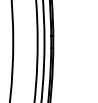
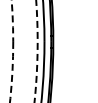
circle at (11, 51): solid -> dashed
arc at (37, 51): solid -> dashed
